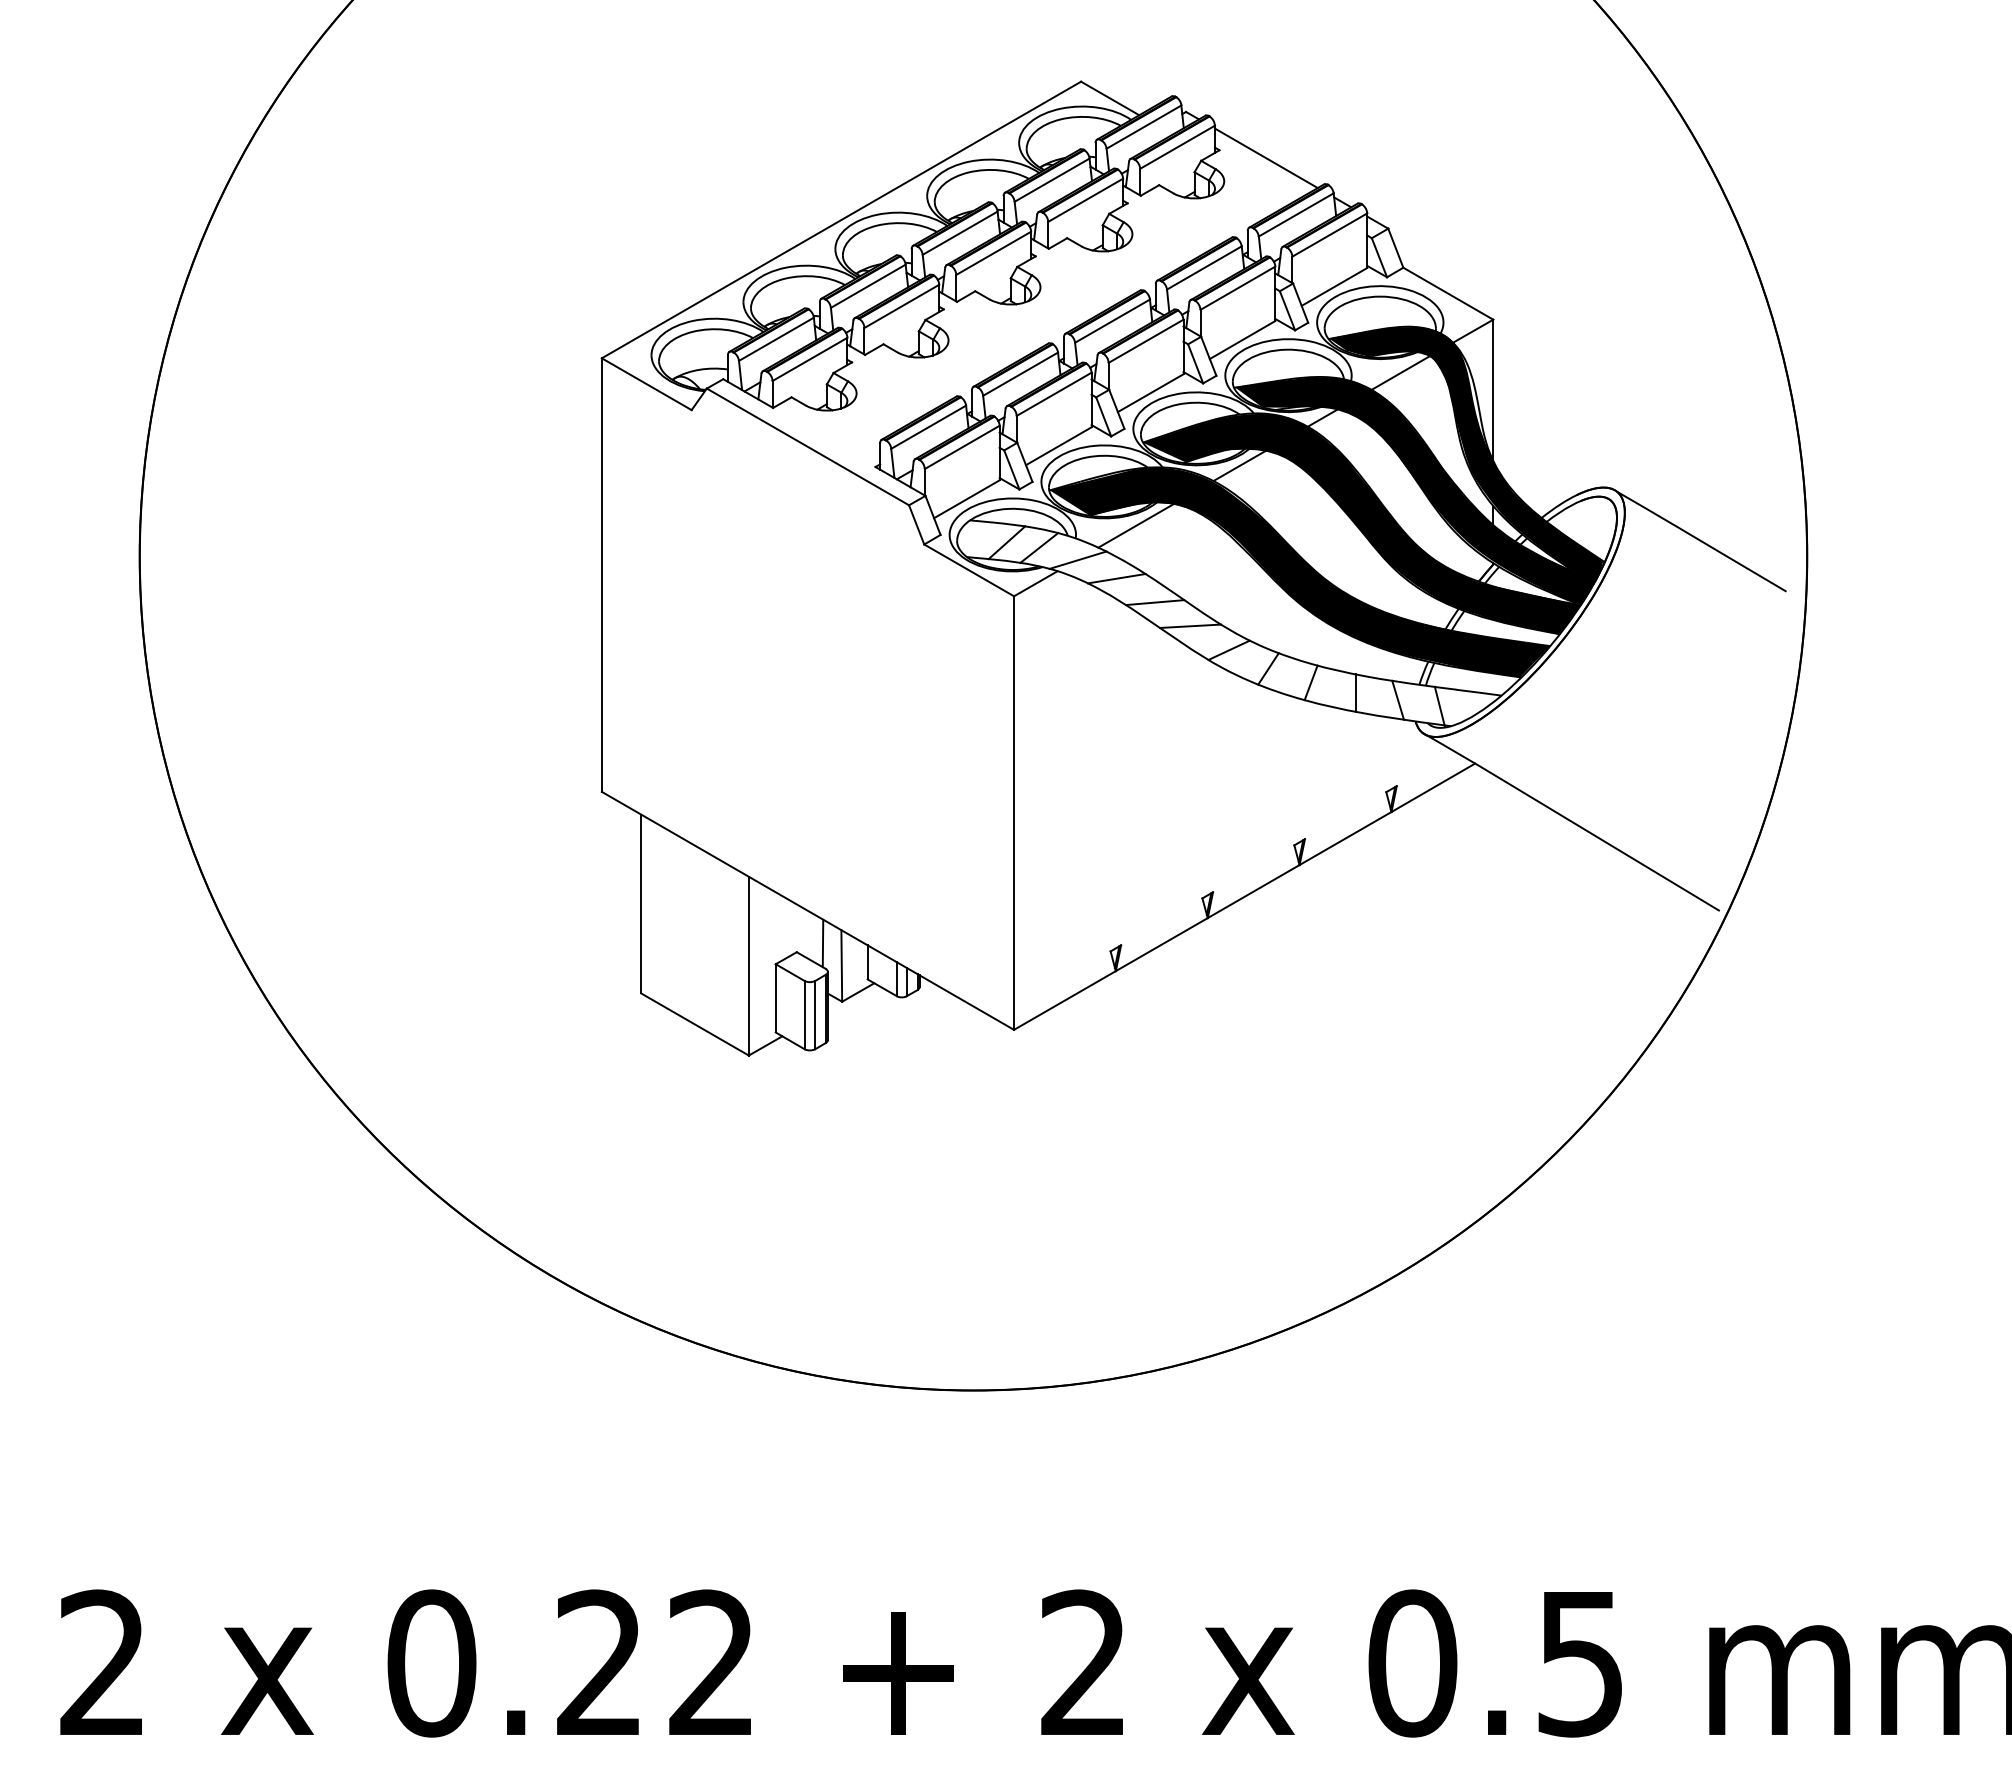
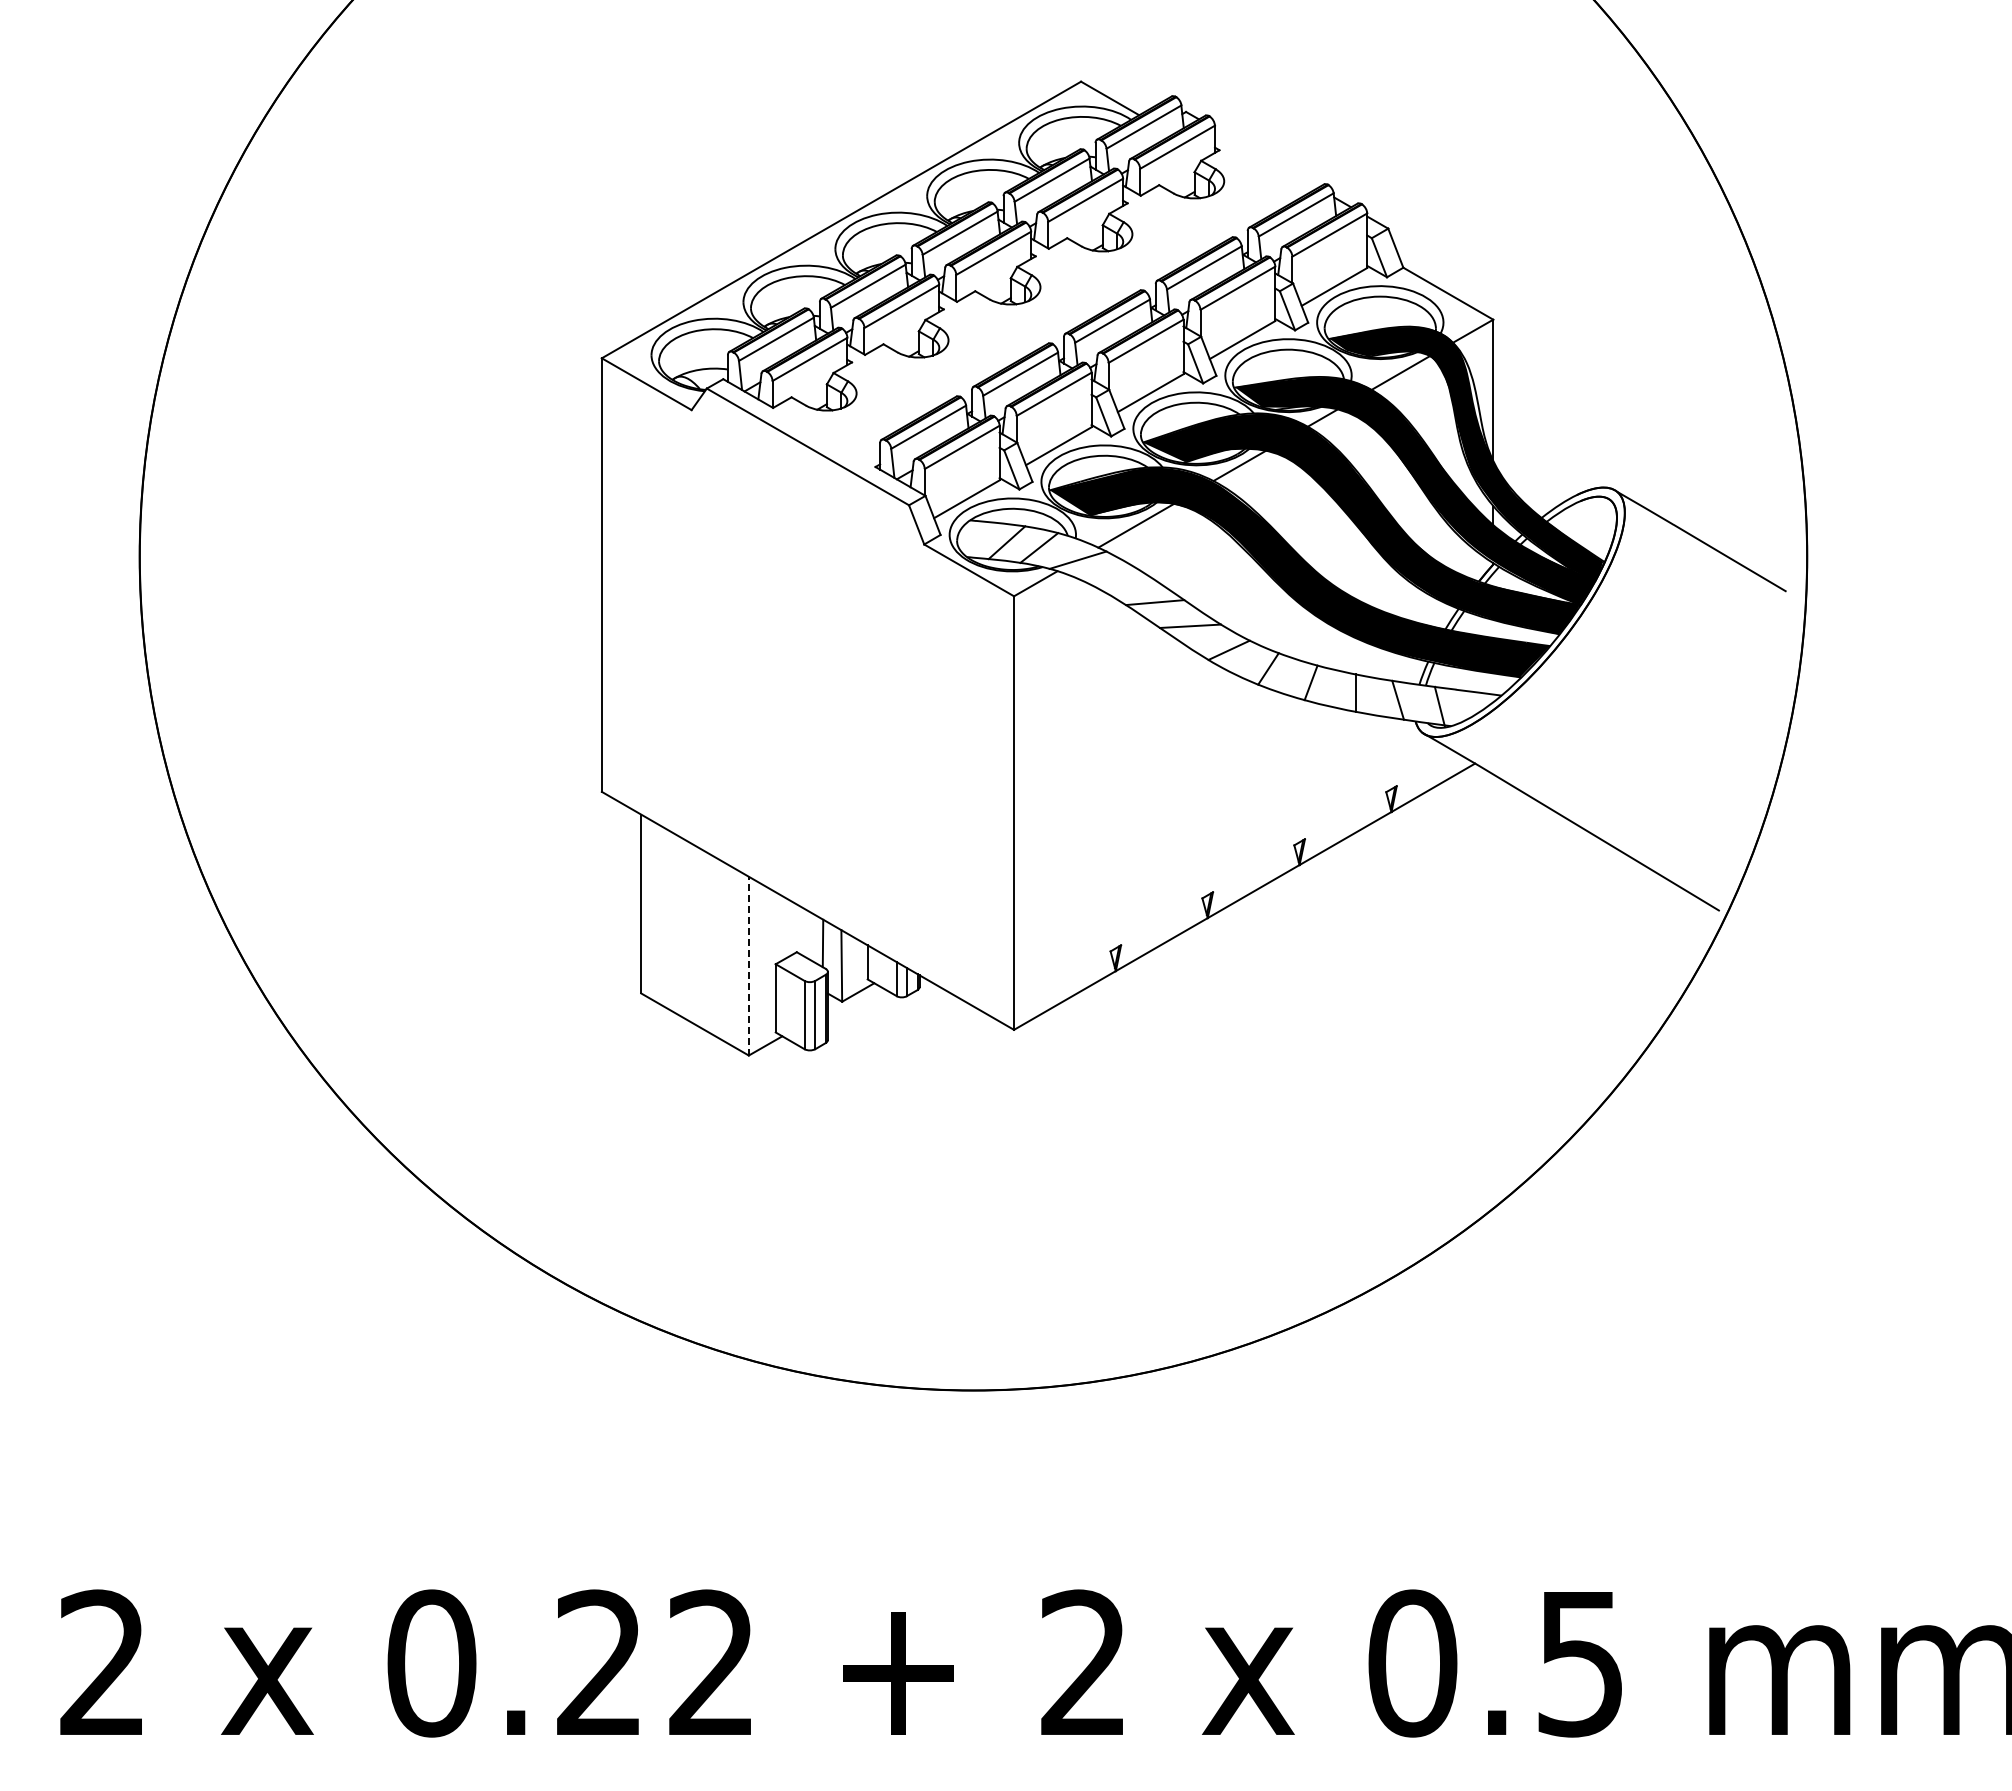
line at (1266, 158): present -> none
line at (1116, 578): present -> none
line at (748, 965): solid -> dashed
